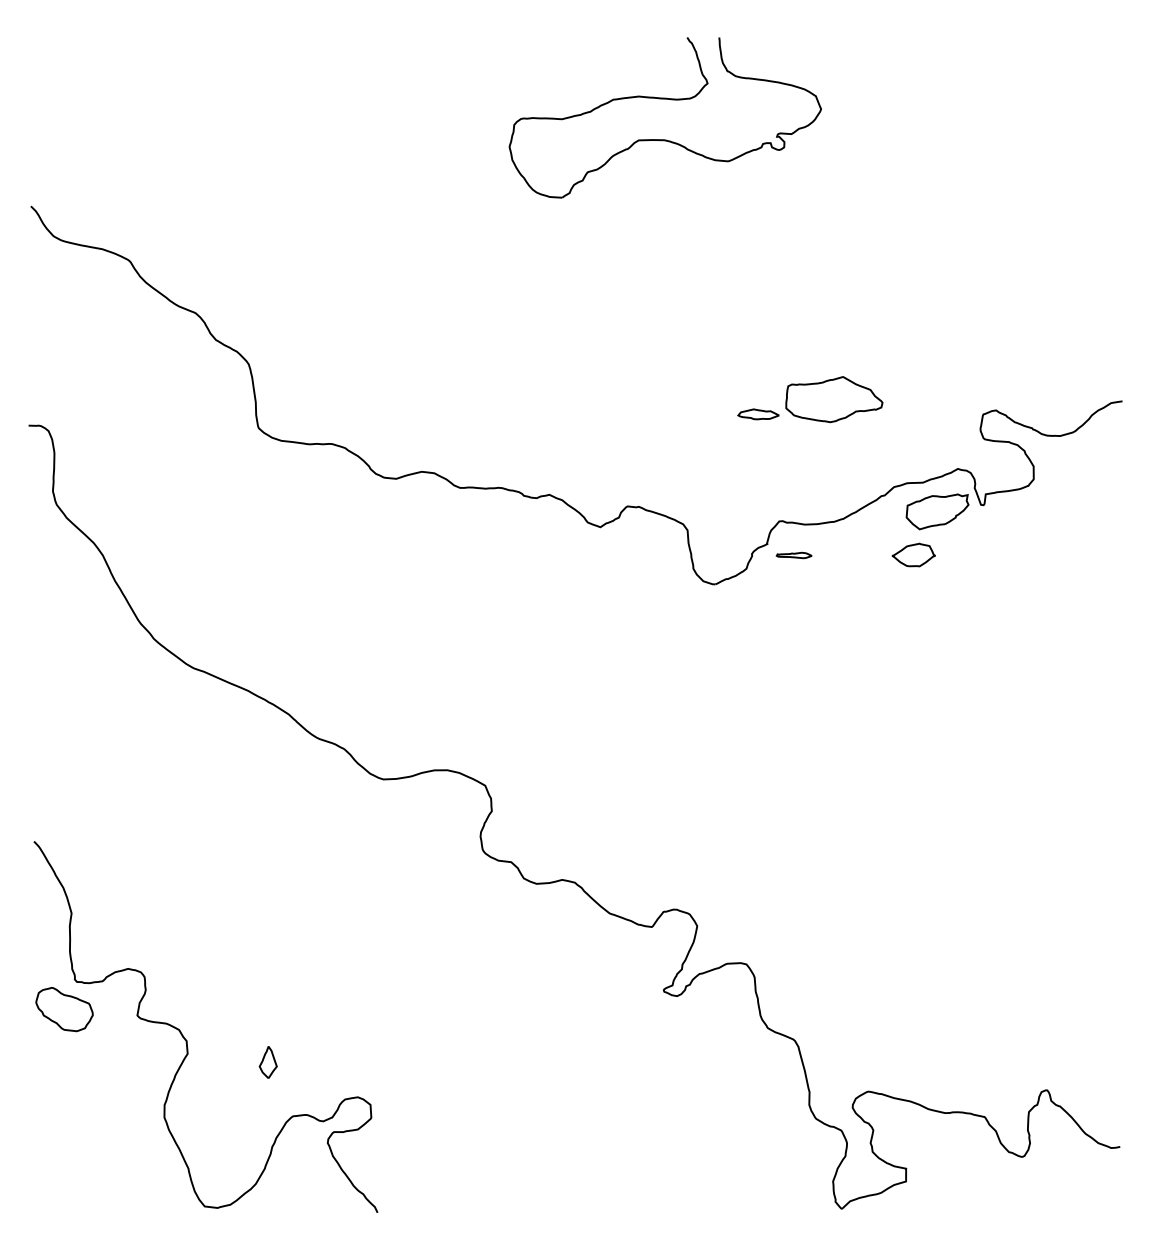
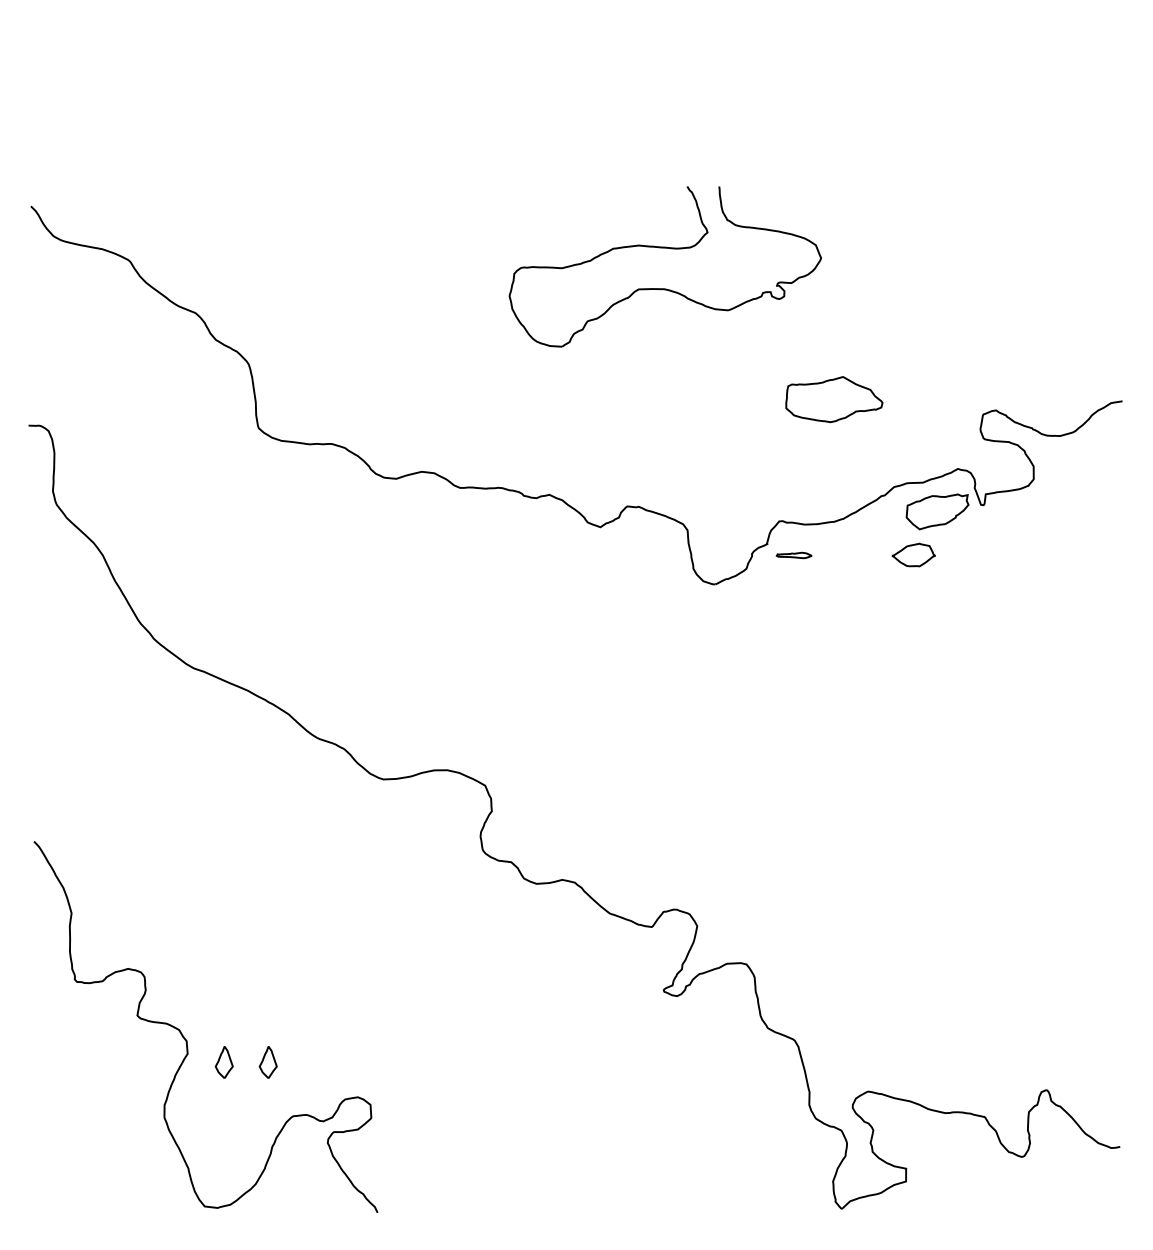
part at (664, 99) position: (664, 99) -> (664, 248)
part at (758, 414): present -> none
part at (64, 1009): present -> none
part at (223, 1062): none -> present
